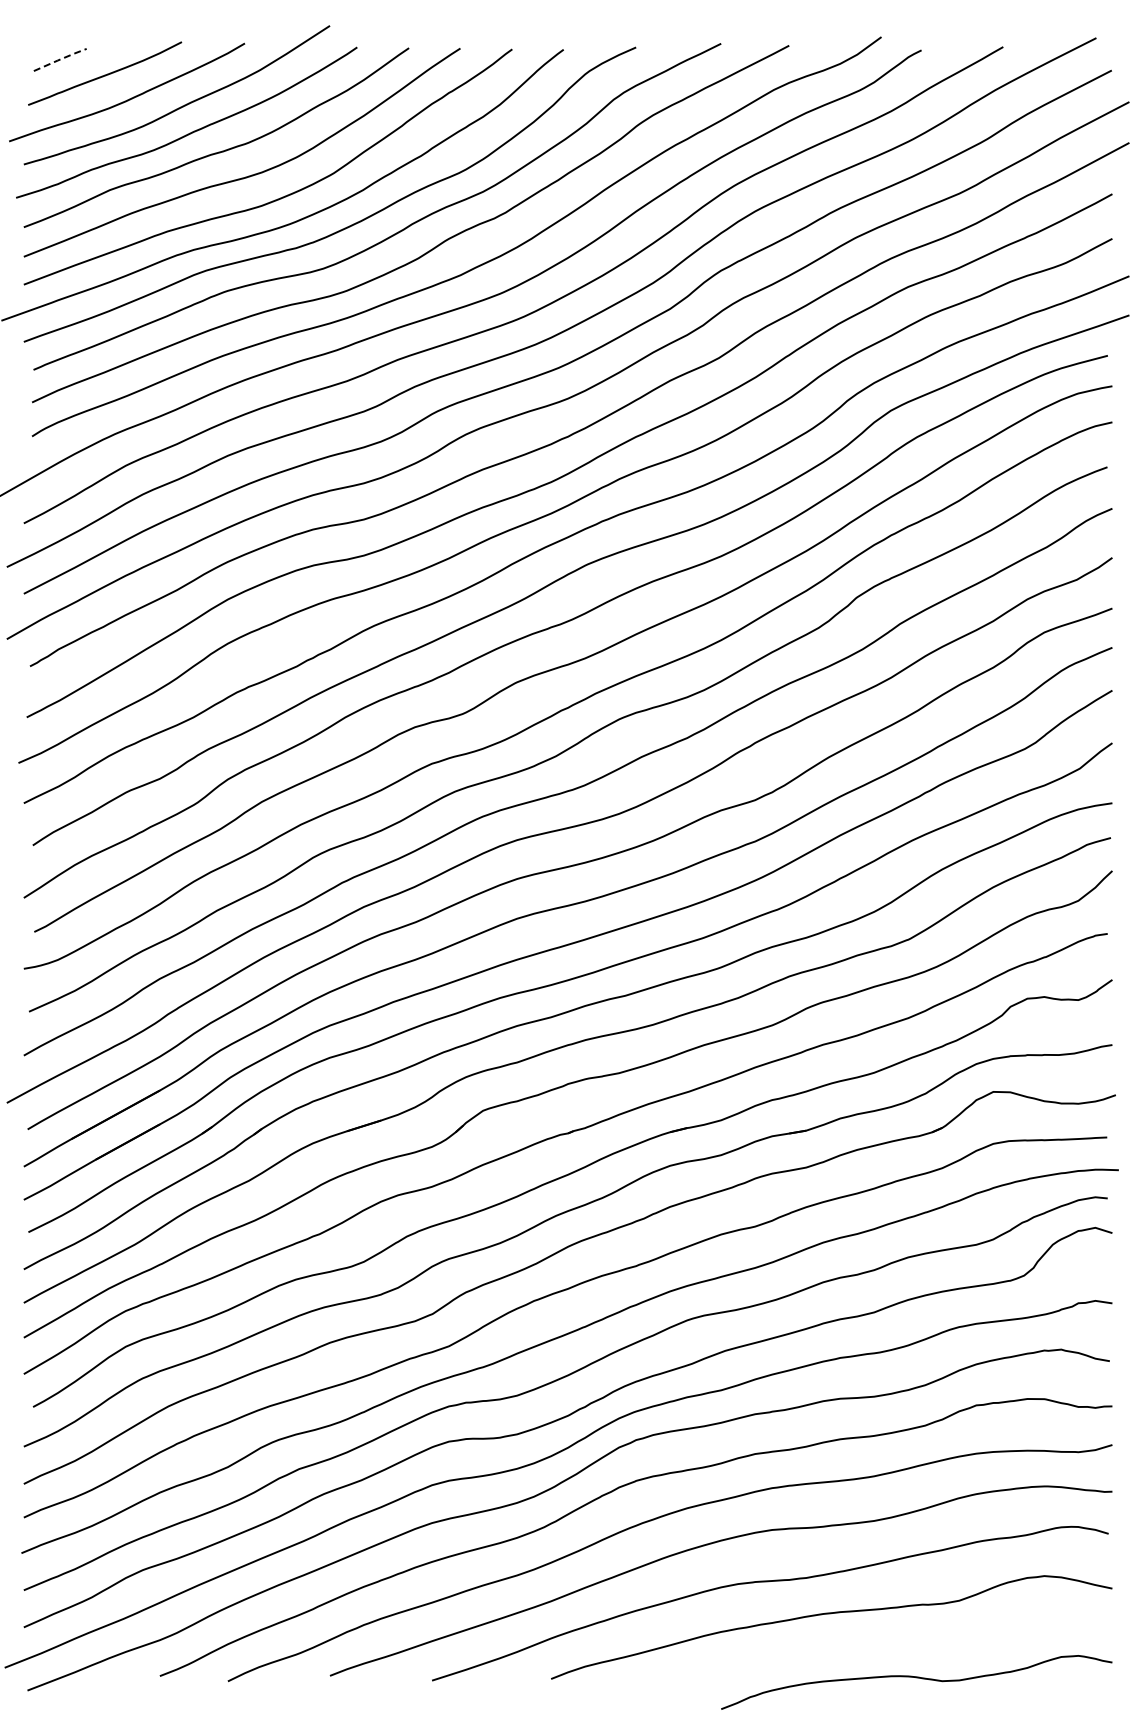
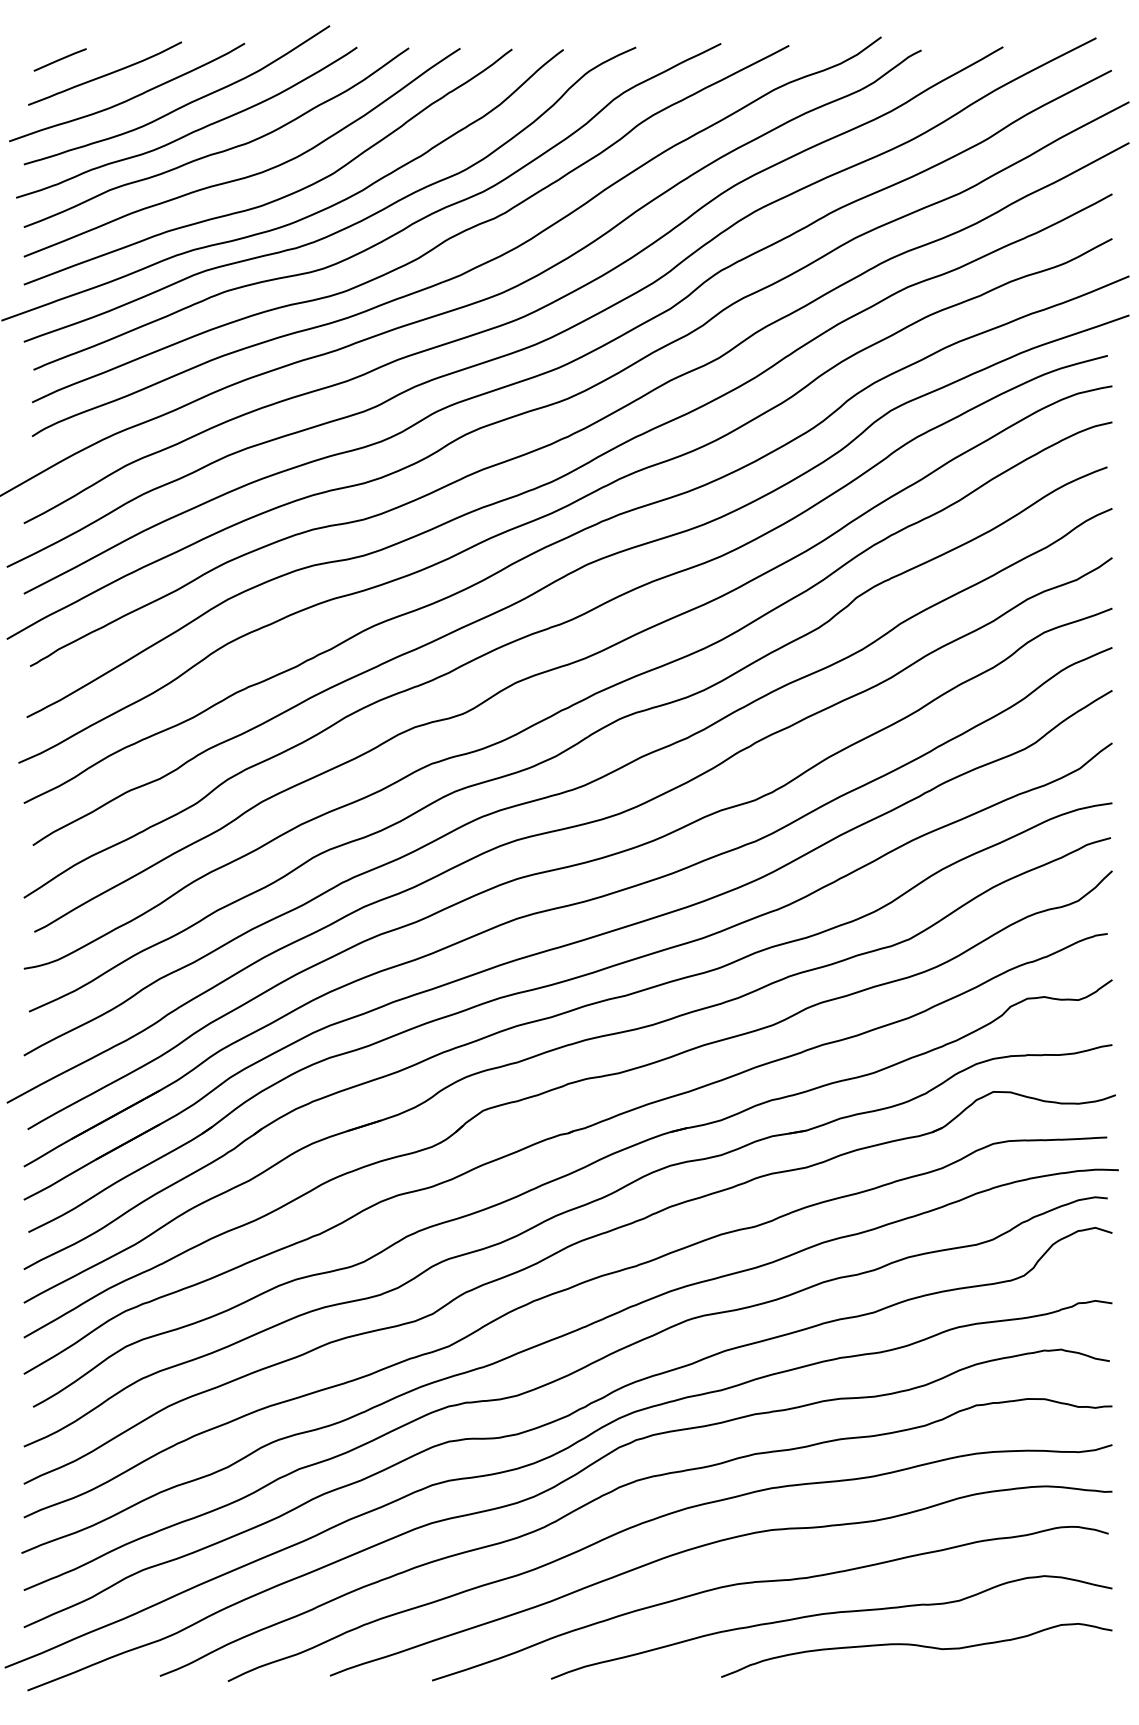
line at (60, 59): dashed -> solid
curve at (916, 1678) position: (916, 1678) -> (916, 1646)
